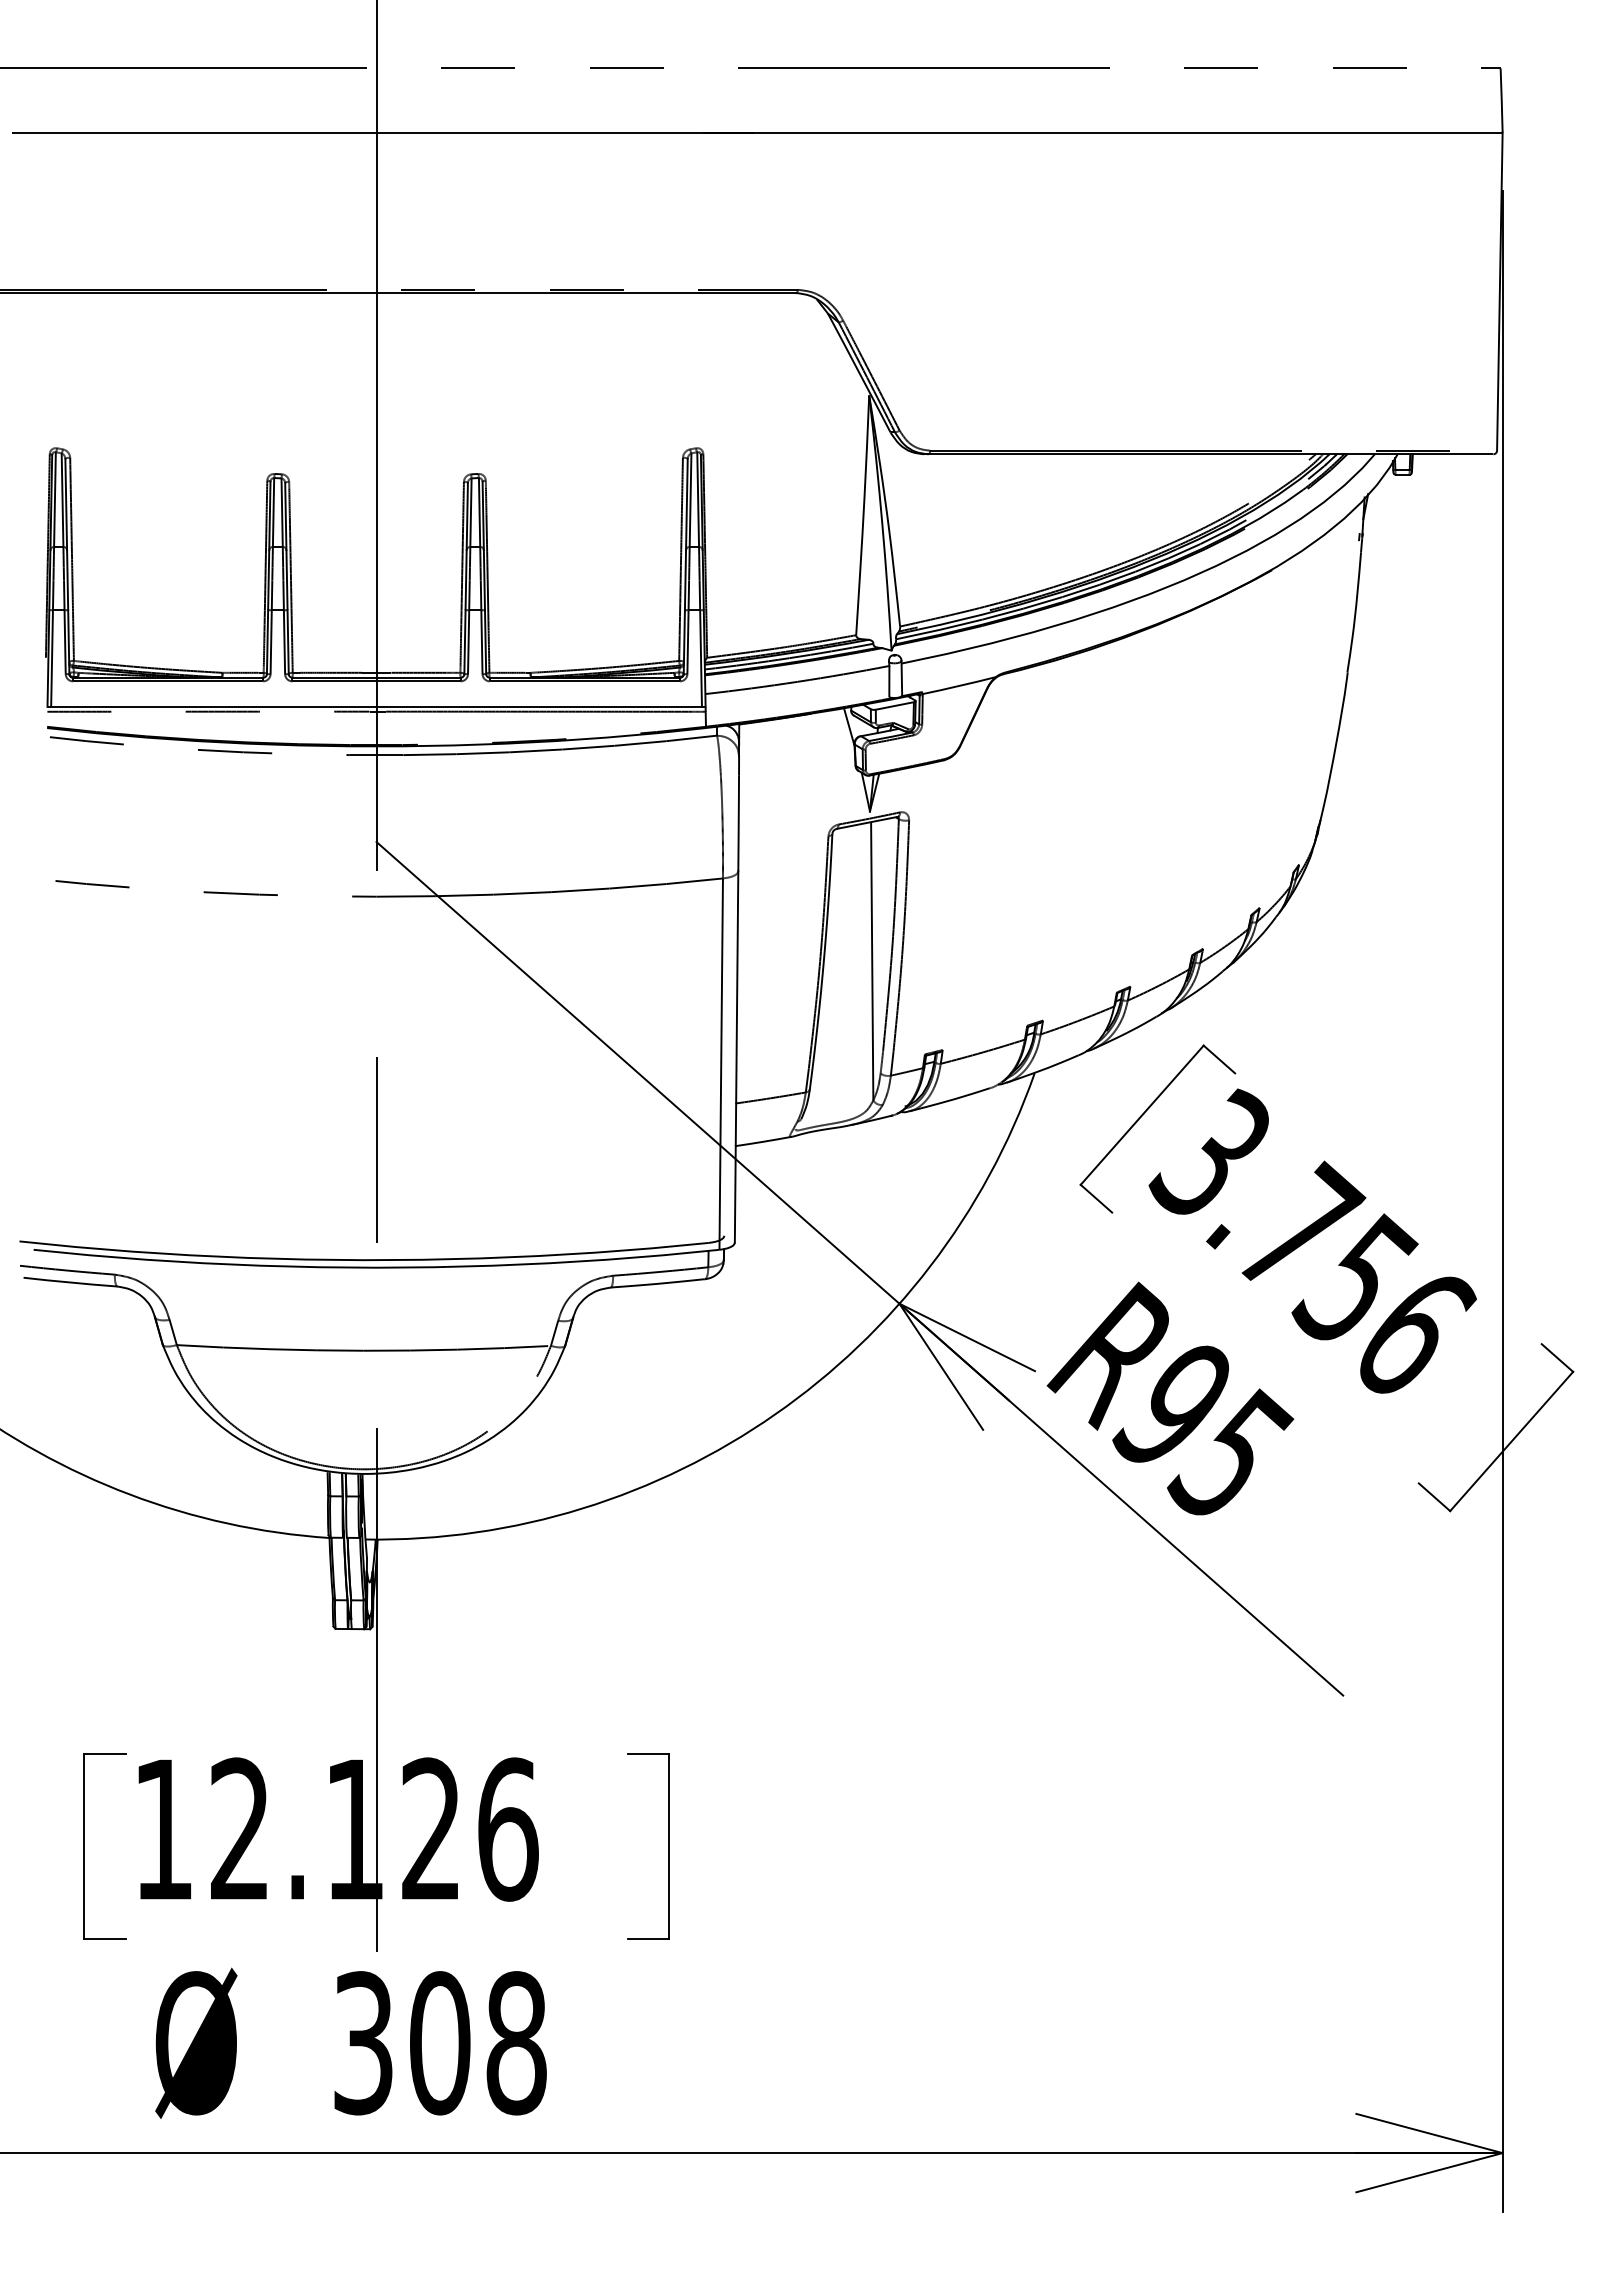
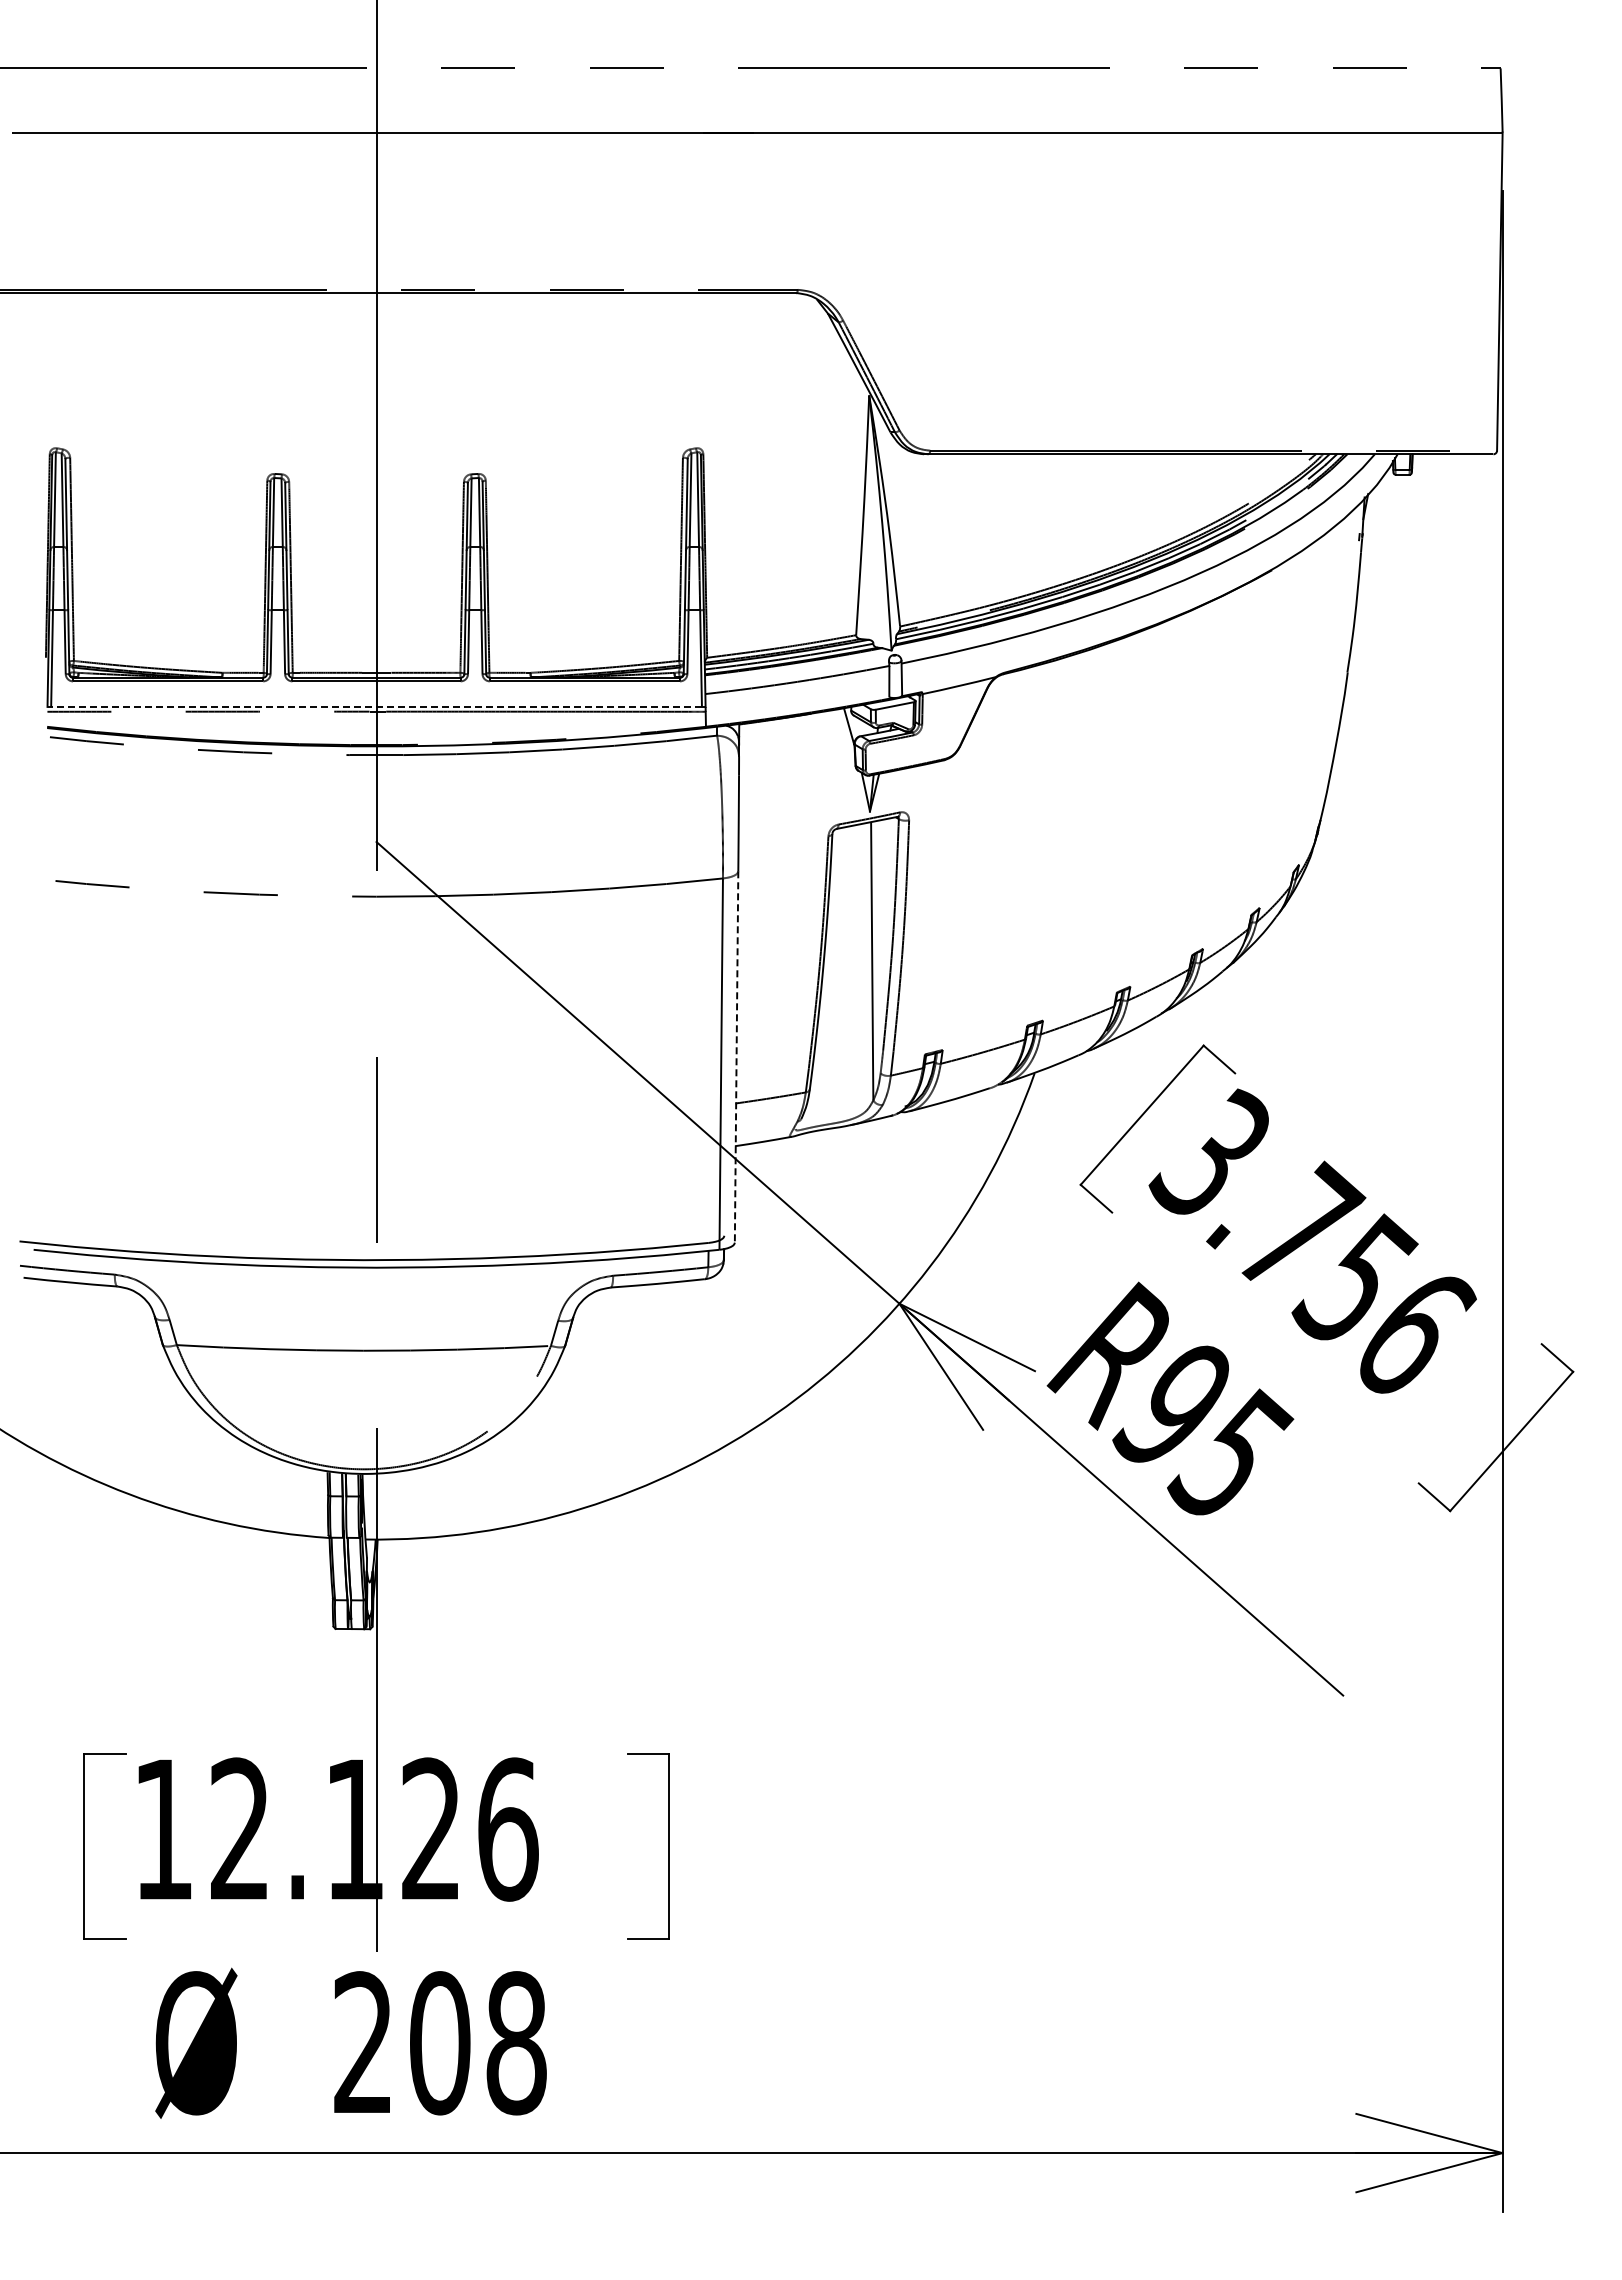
line at (376, 706): solid -> dashed
line at (736, 1056): solid -> dashed
text at (363, 2043): 308 -> 208
